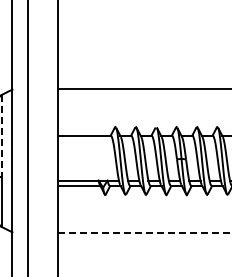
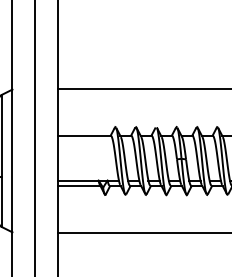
line at (1, 136): dashed -> solid
line at (28, 137) position: (28, 137) -> (35, 137)
line at (144, 232): dashed -> solid
